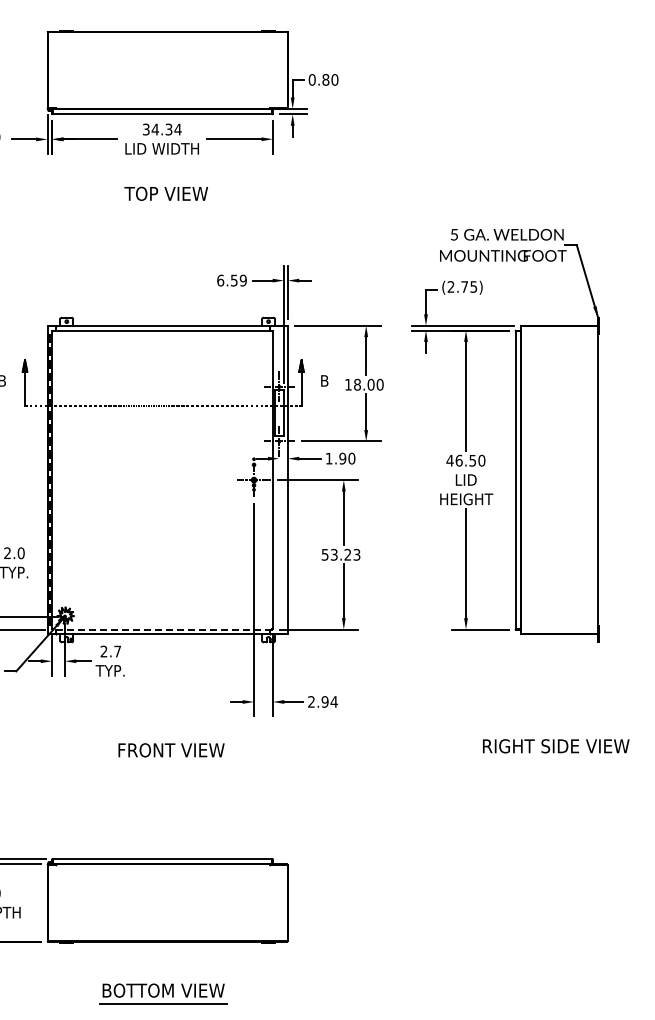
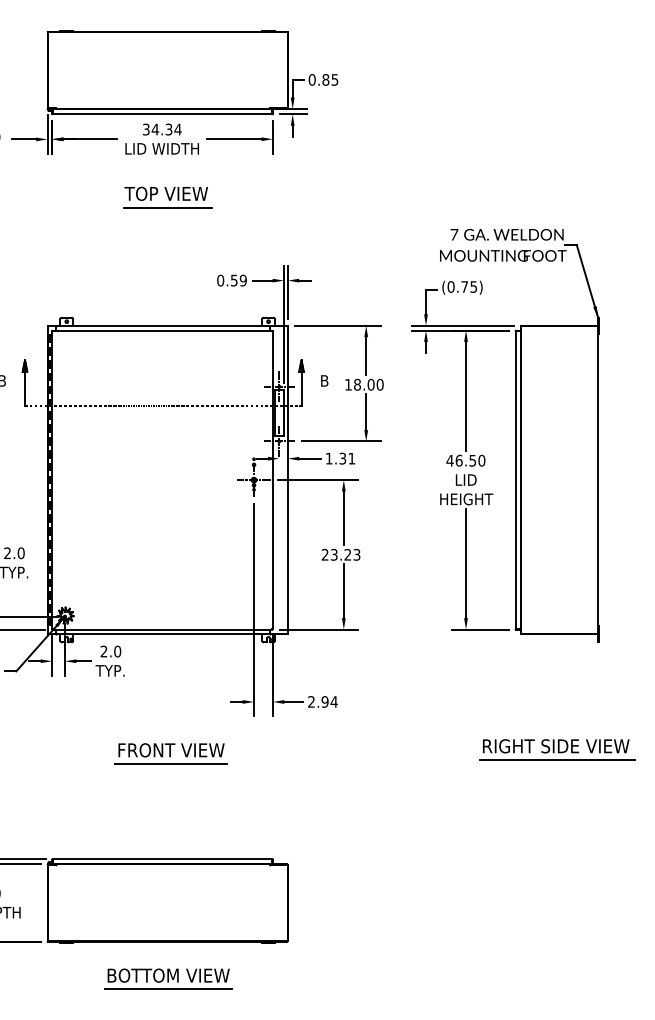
text at (334, 79): 0.80 -> 0.85
line at (168, 207): none -> present
text at (454, 234): 5 -> 7
text at (220, 280): 6.59 -> 0.59
text at (450, 286): (2.75) -> (0.75)
text at (347, 458): 1.90 -> 1.31
text at (324, 554): 53.23 -> 23.23
line at (162, 629): dashed -> solid
text at (117, 651): 2.7 -> 2.0
line at (557, 760): none -> present
line at (171, 764): none -> present
part at (163, 993) position: (163, 993) -> (168, 978)
